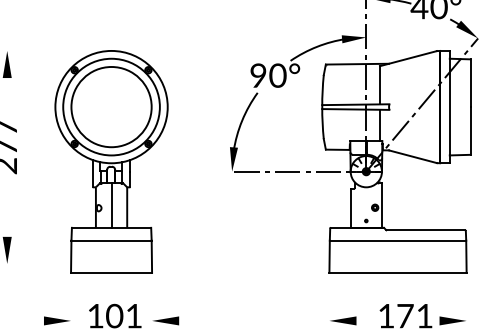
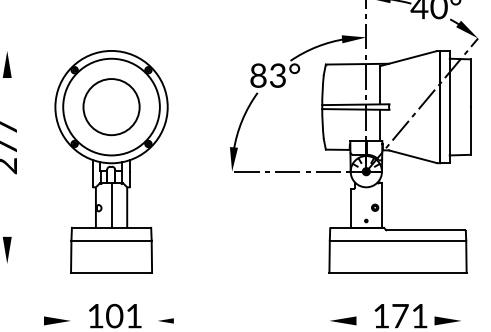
text at (268, 75): 90° -> 83°
circle at (111, 107) diameter: 80 px -> 56 px
text at (422, 316) position: (422, 316) -> (417, 316)
part at (165, 320) size: 28x10 px -> 16x6 px
